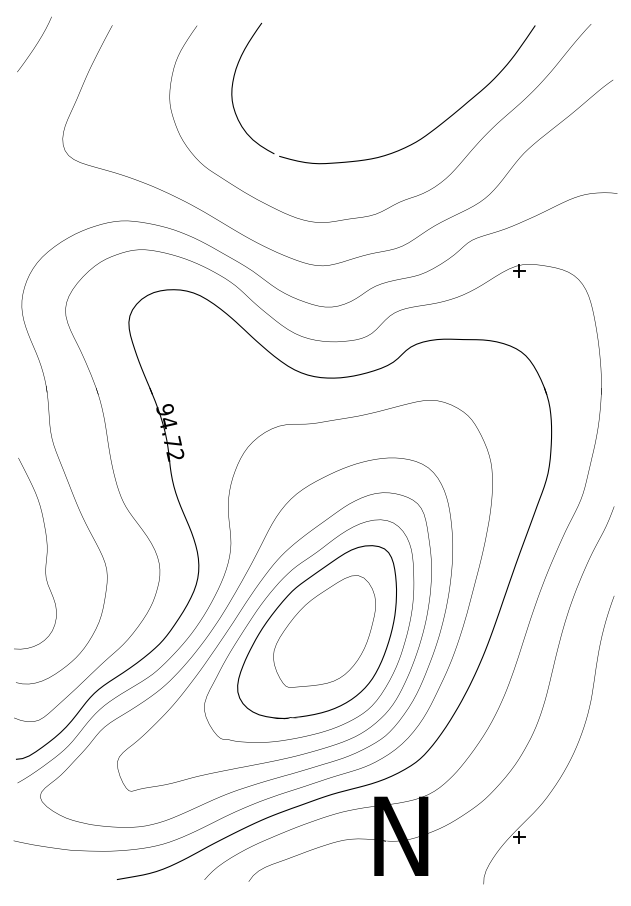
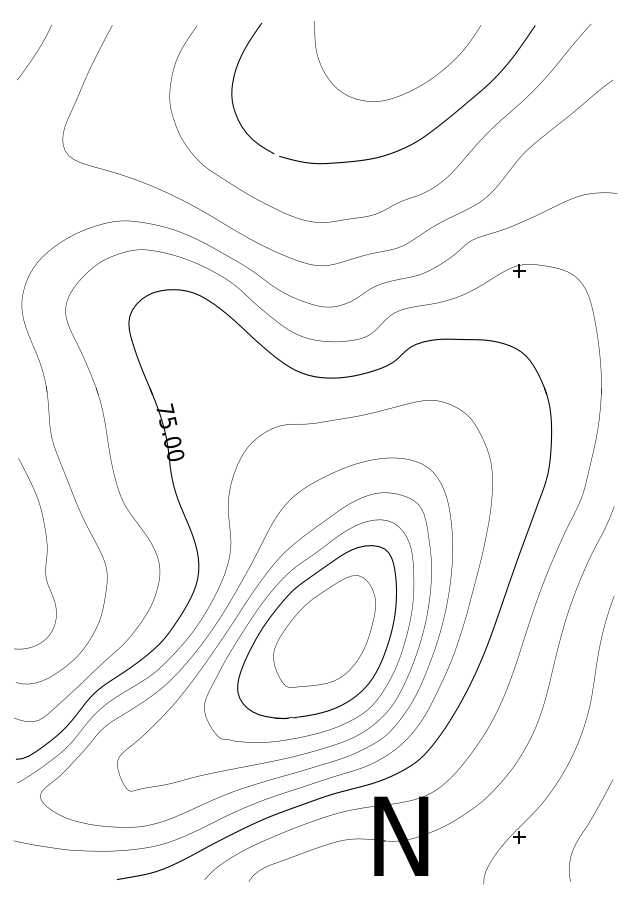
curve at (36, 44) position: (36, 44) -> (36, 52)
curve at (408, 91): none -> present
text at (170, 432): 94.72 -> 75.00
curve at (587, 826): none -> present
